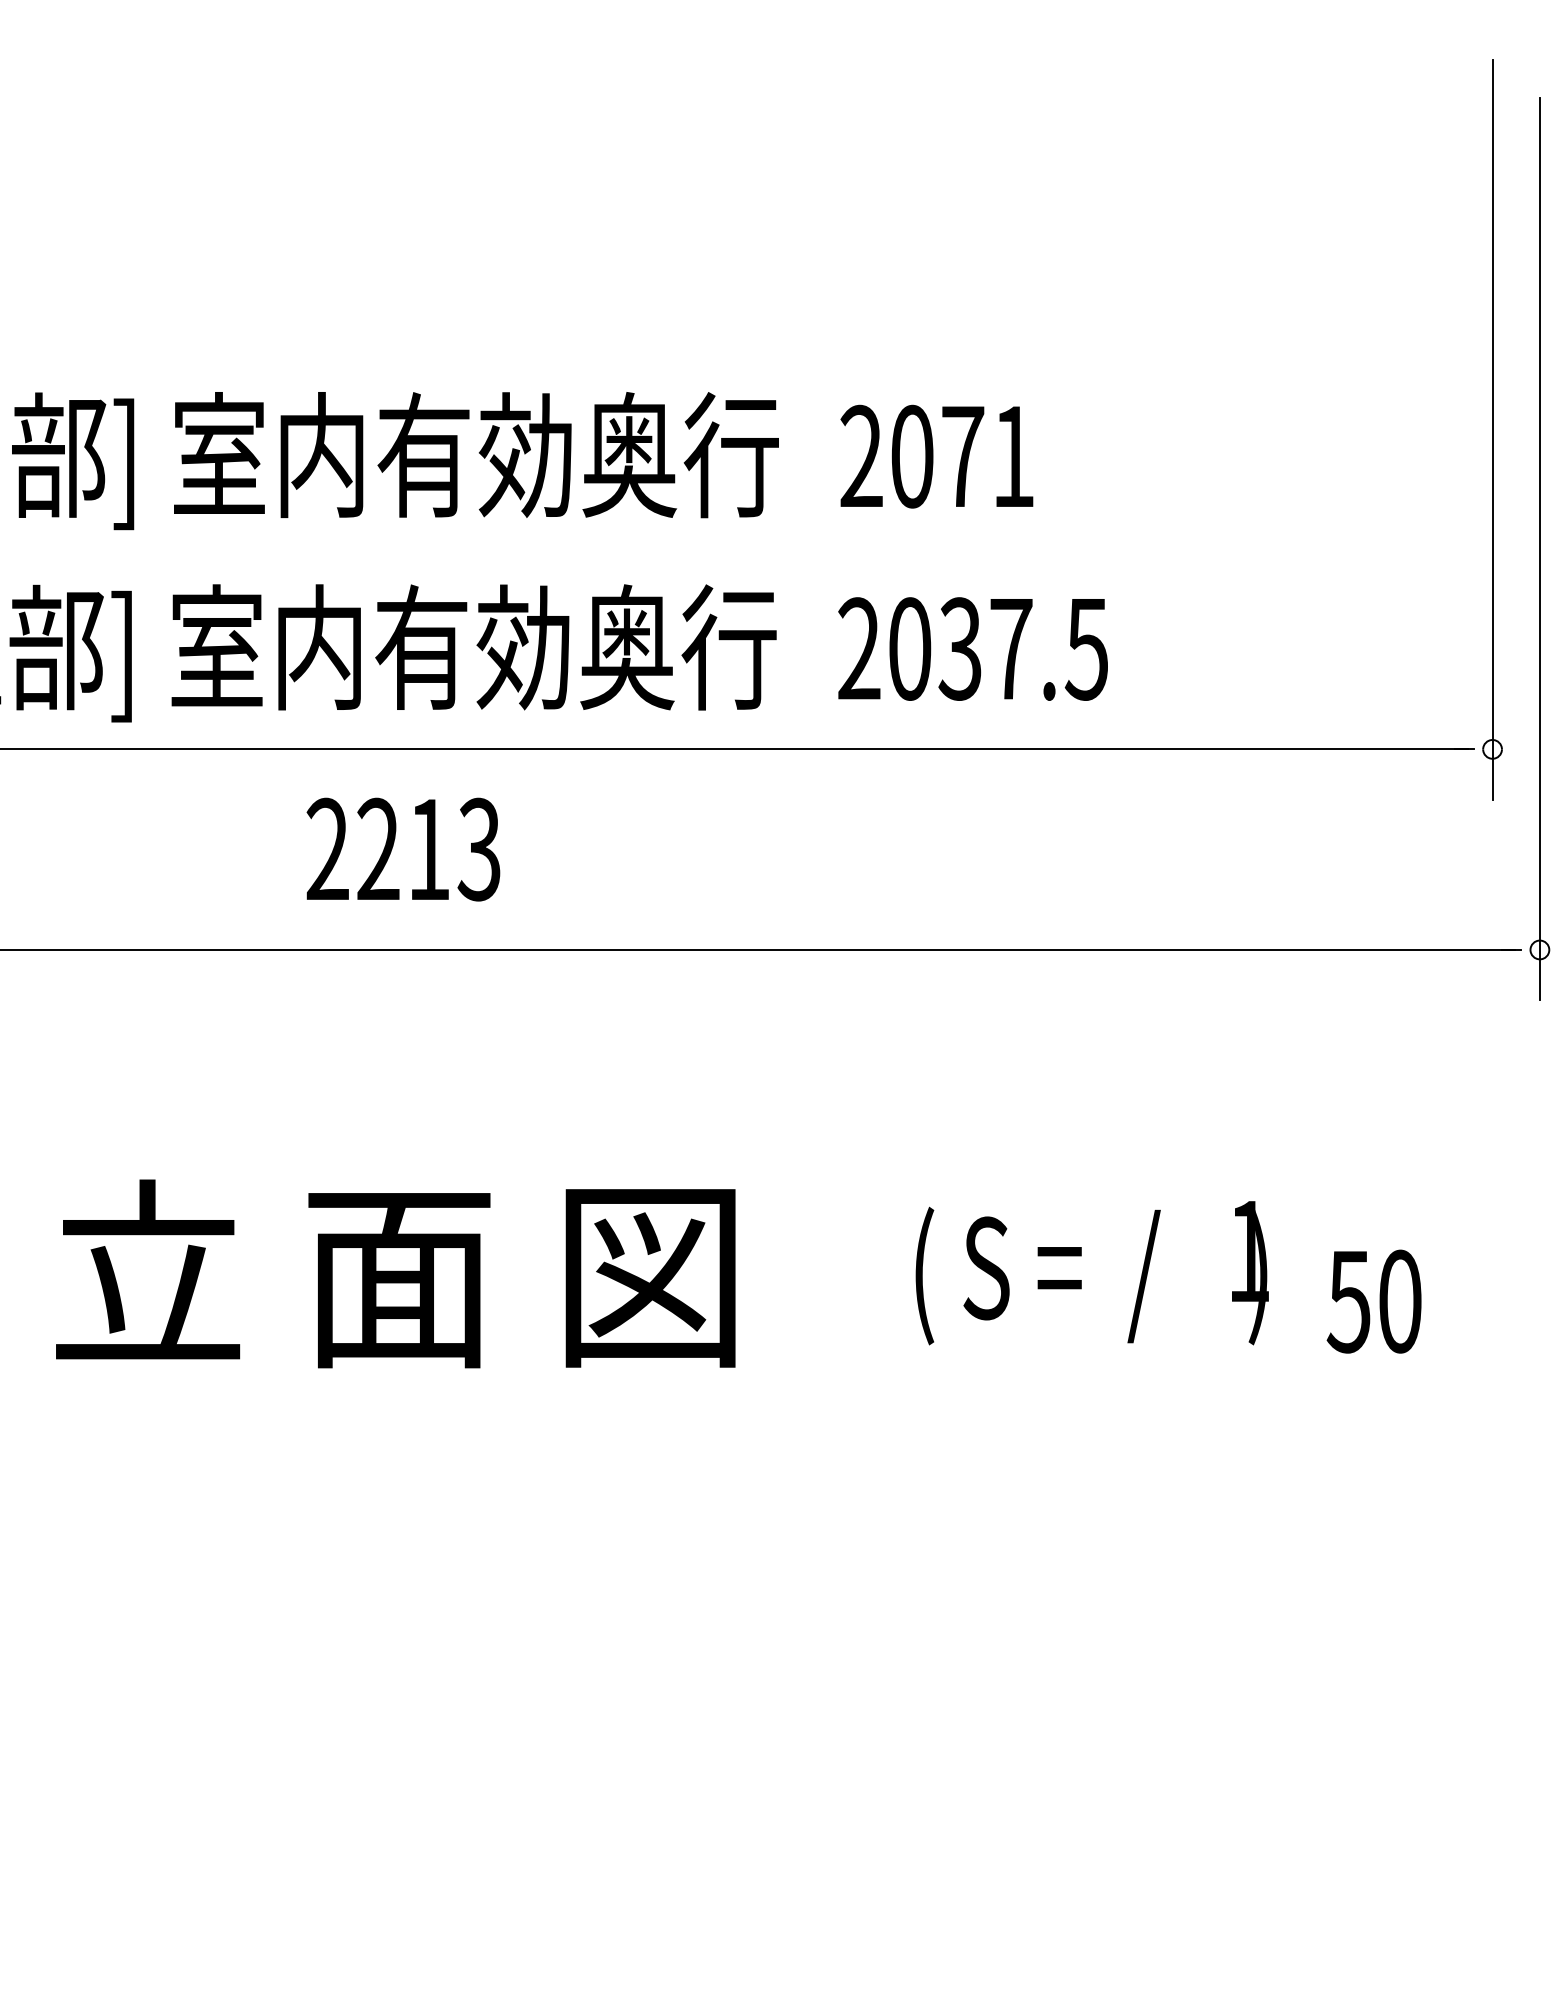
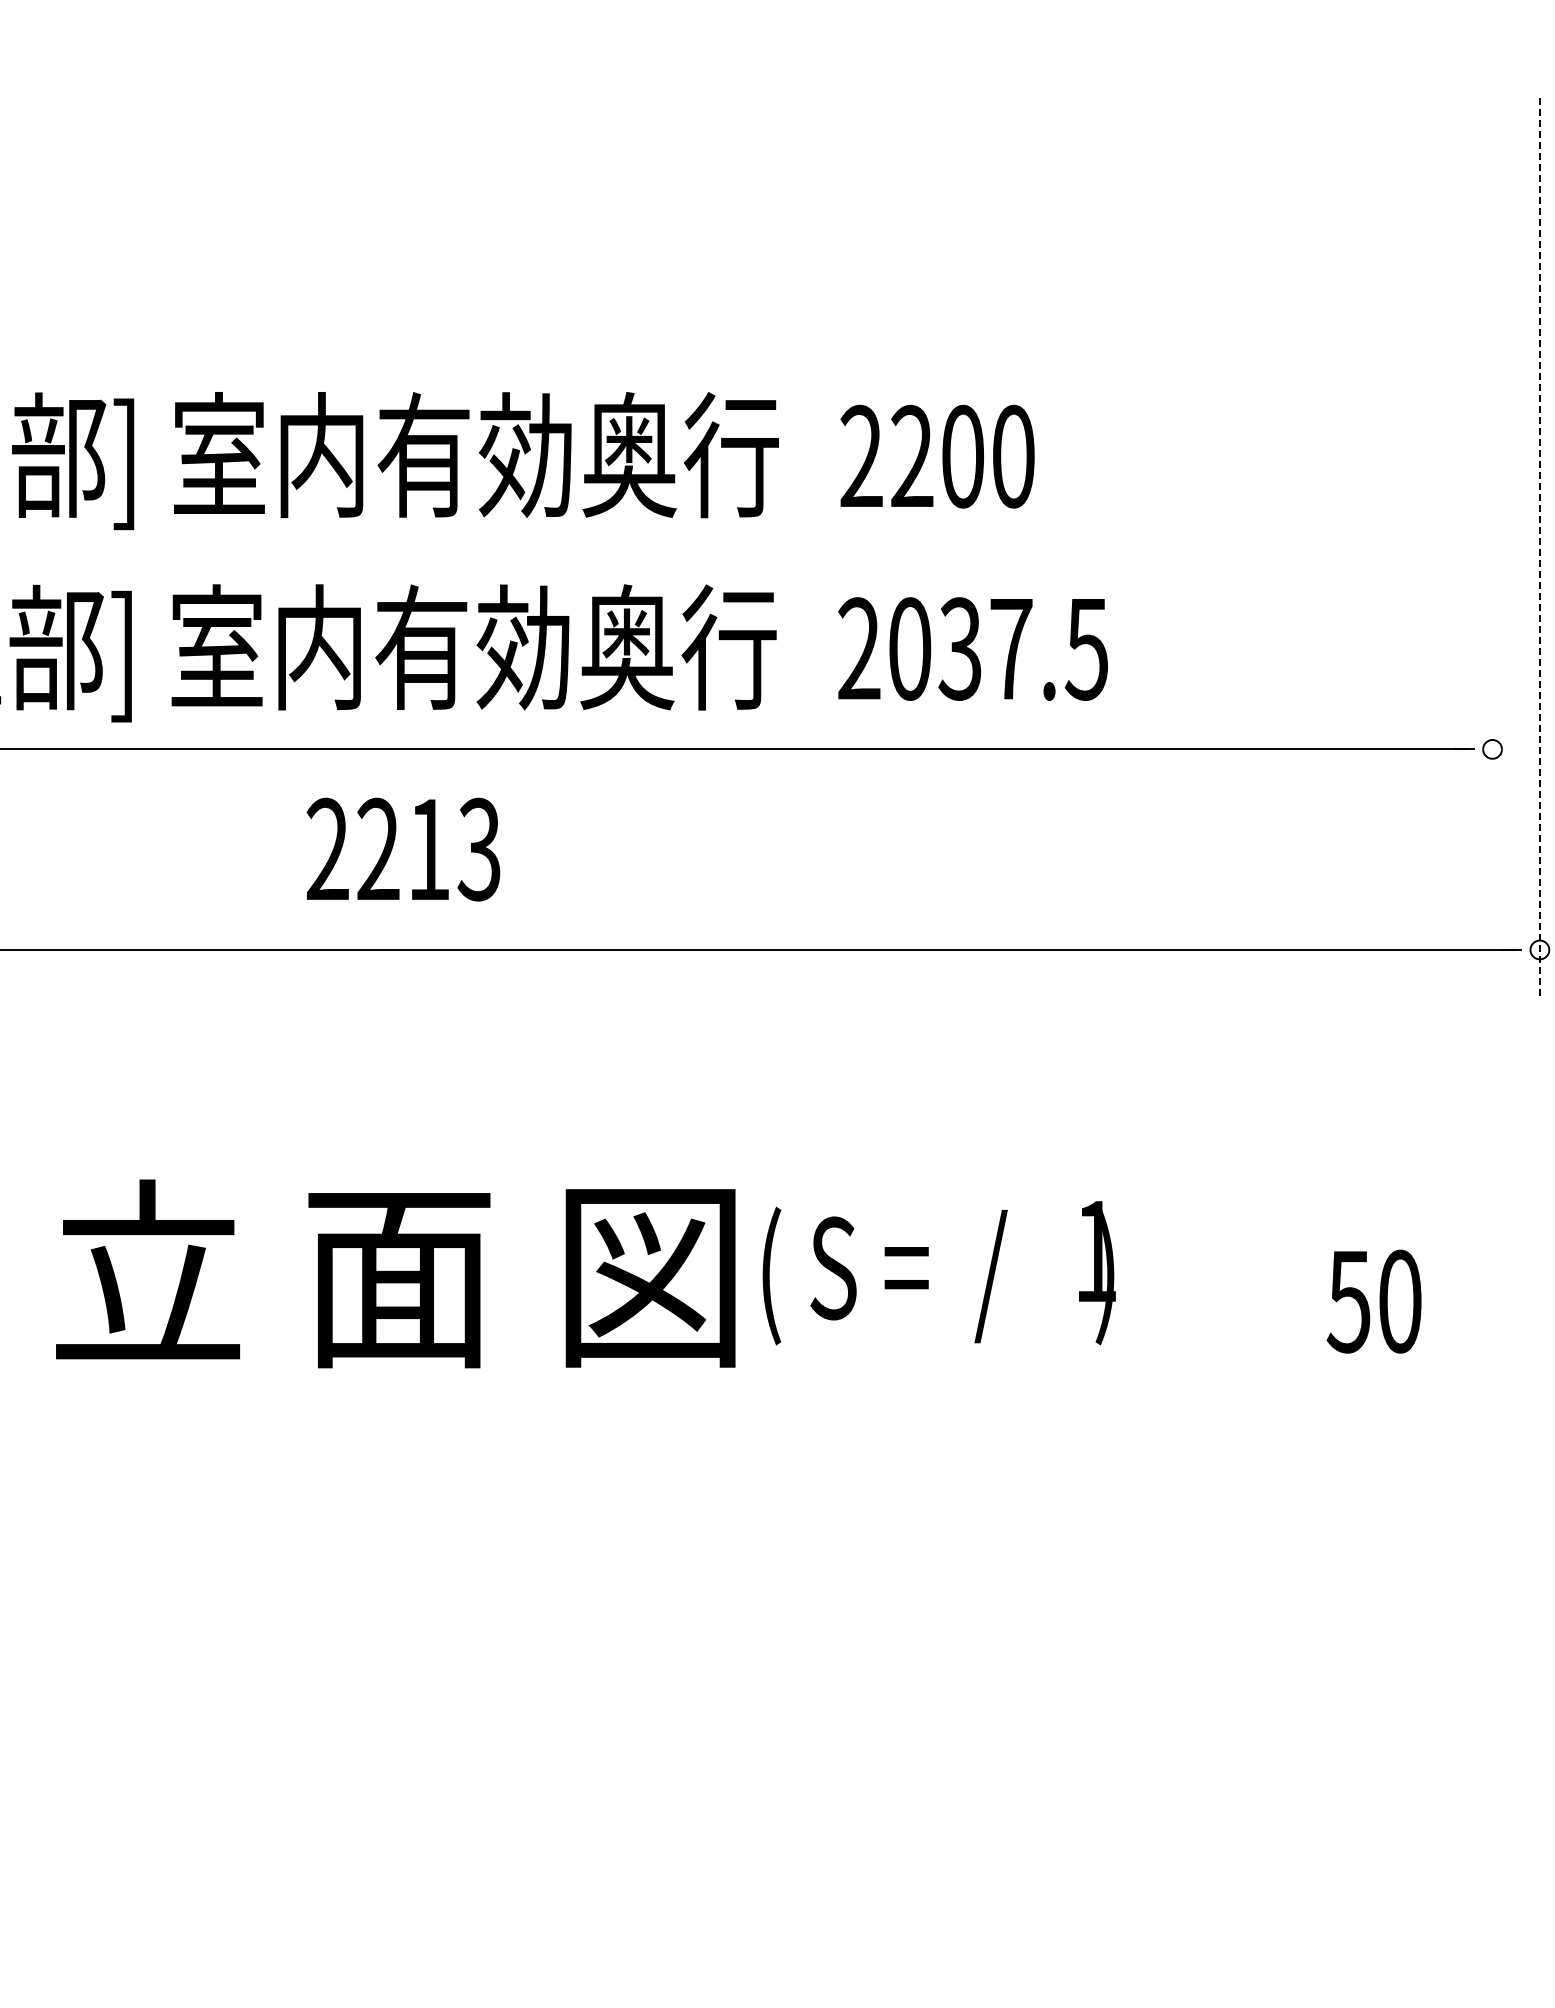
line at (1492, 429): present -> none
text at (962, 456): 2071 -> 2200
line at (1539, 549): solid -> dashed
text at (1091, 1273) position: (1091, 1273) -> (938, 1273)
